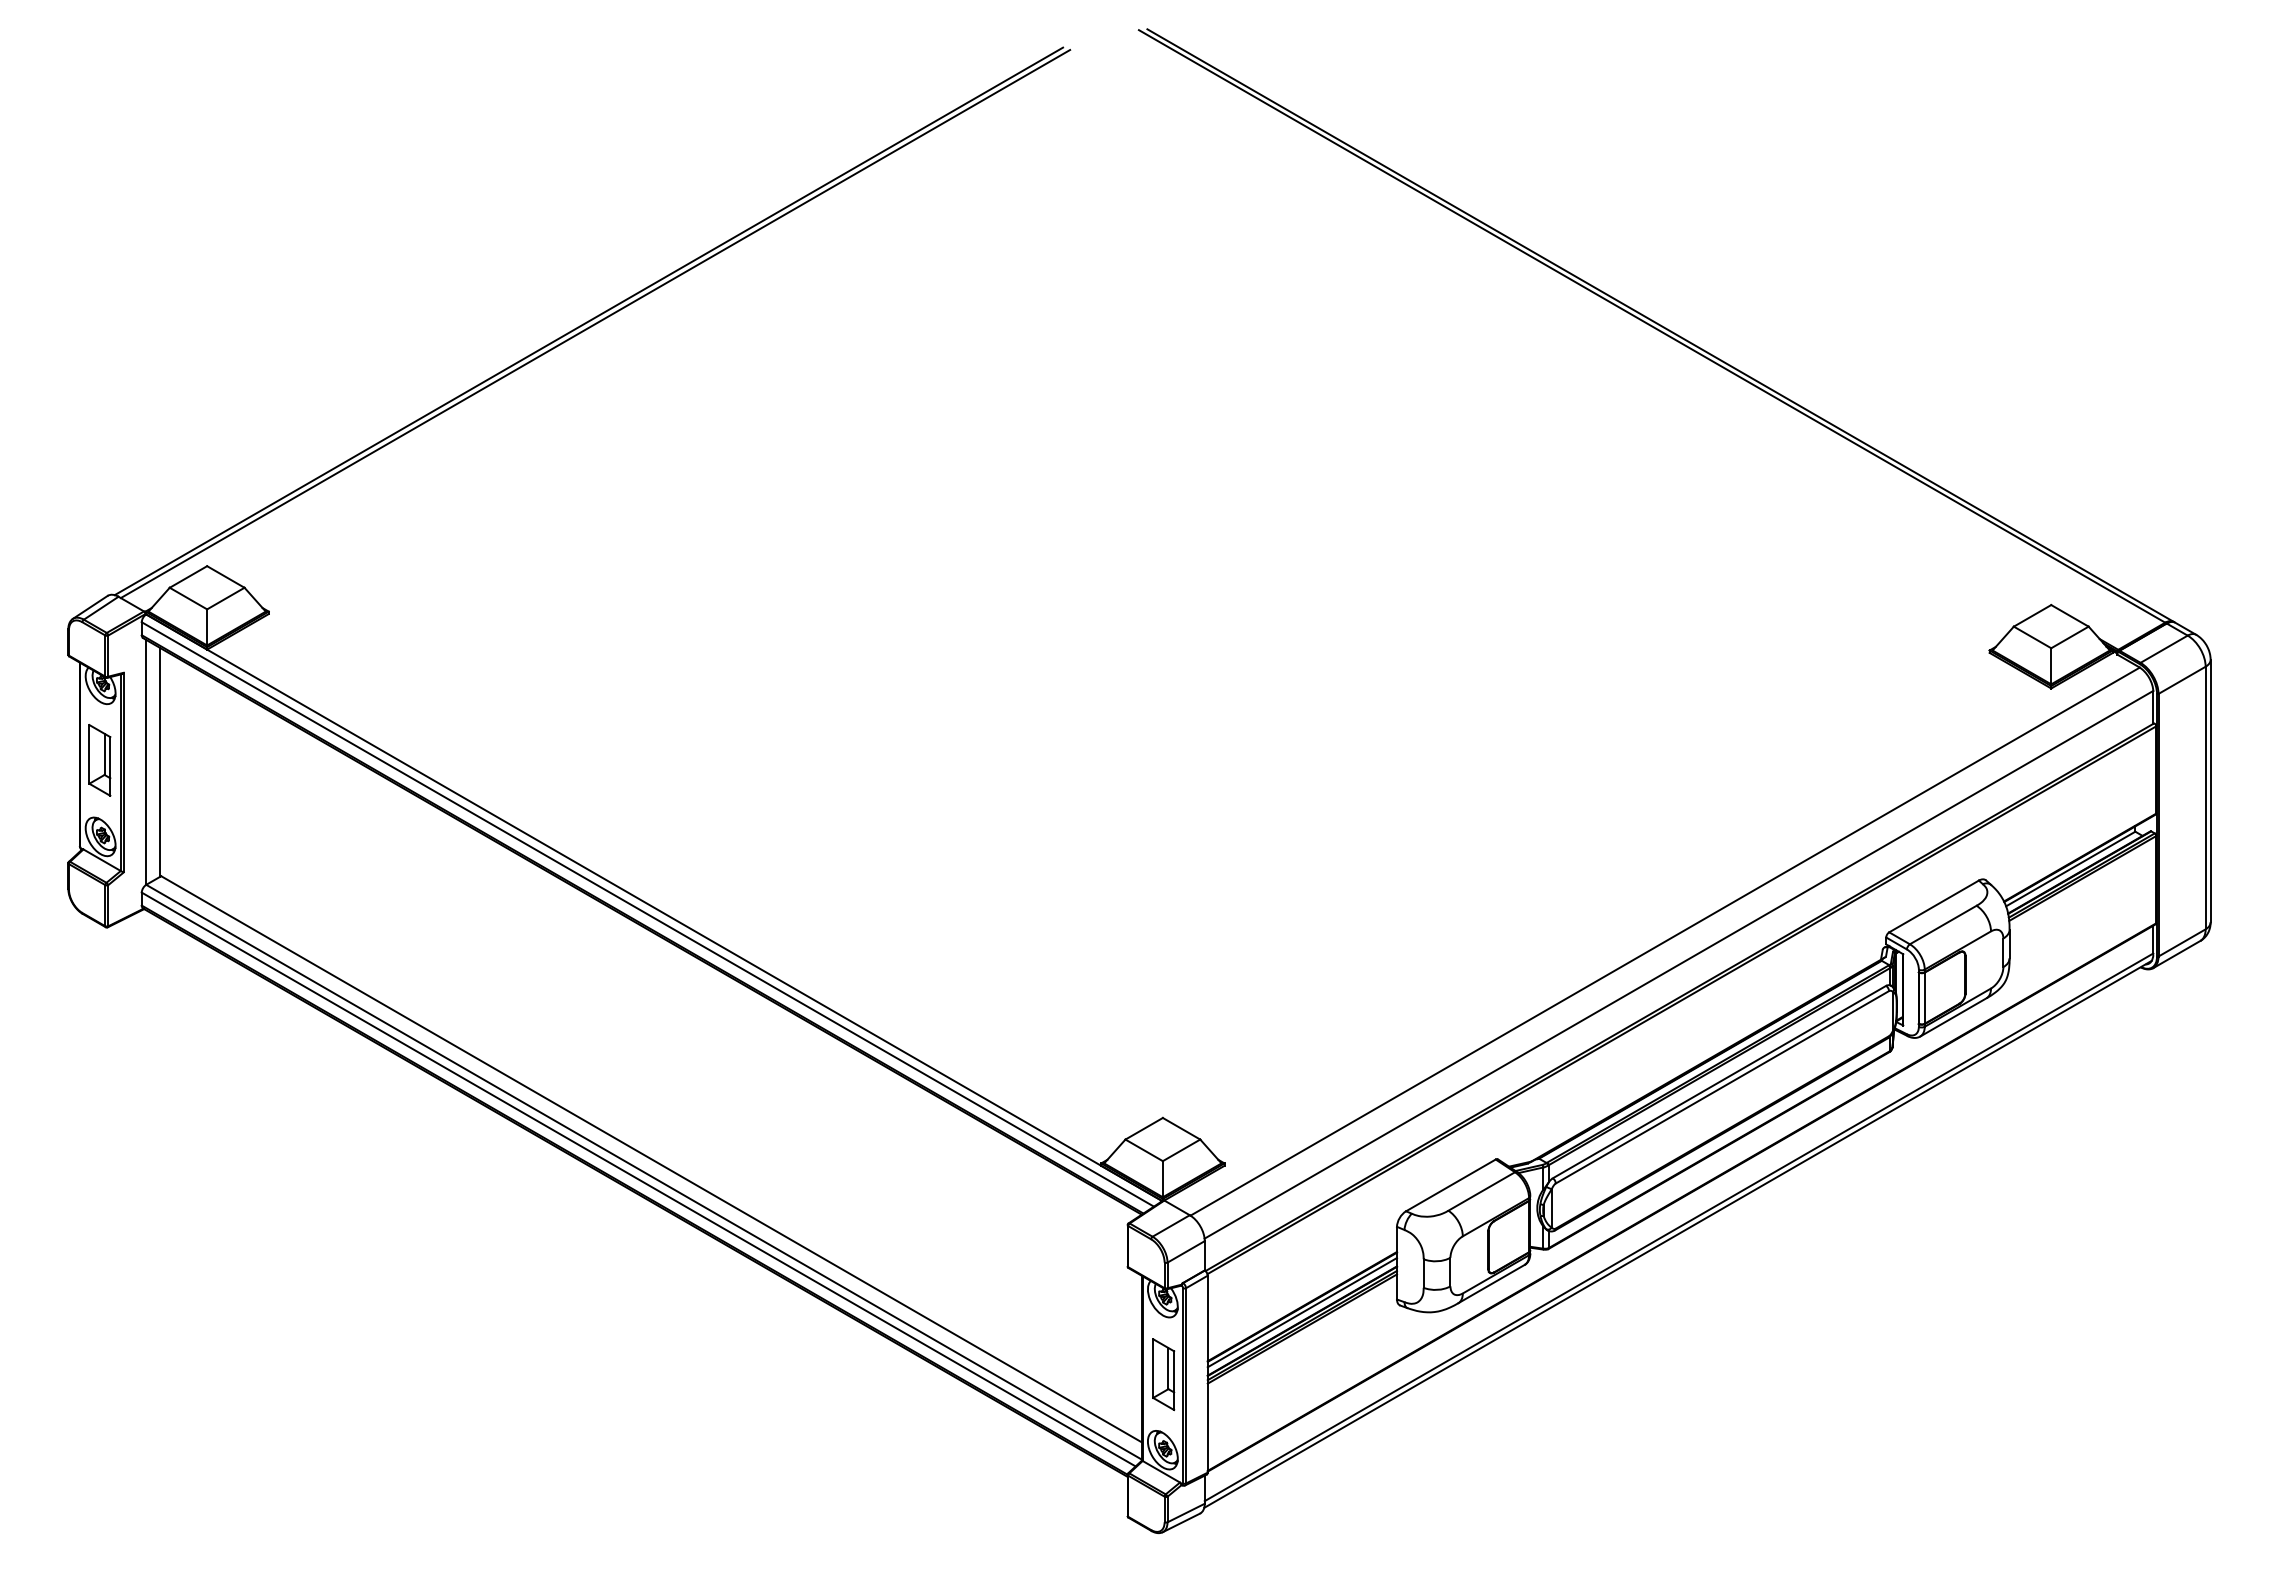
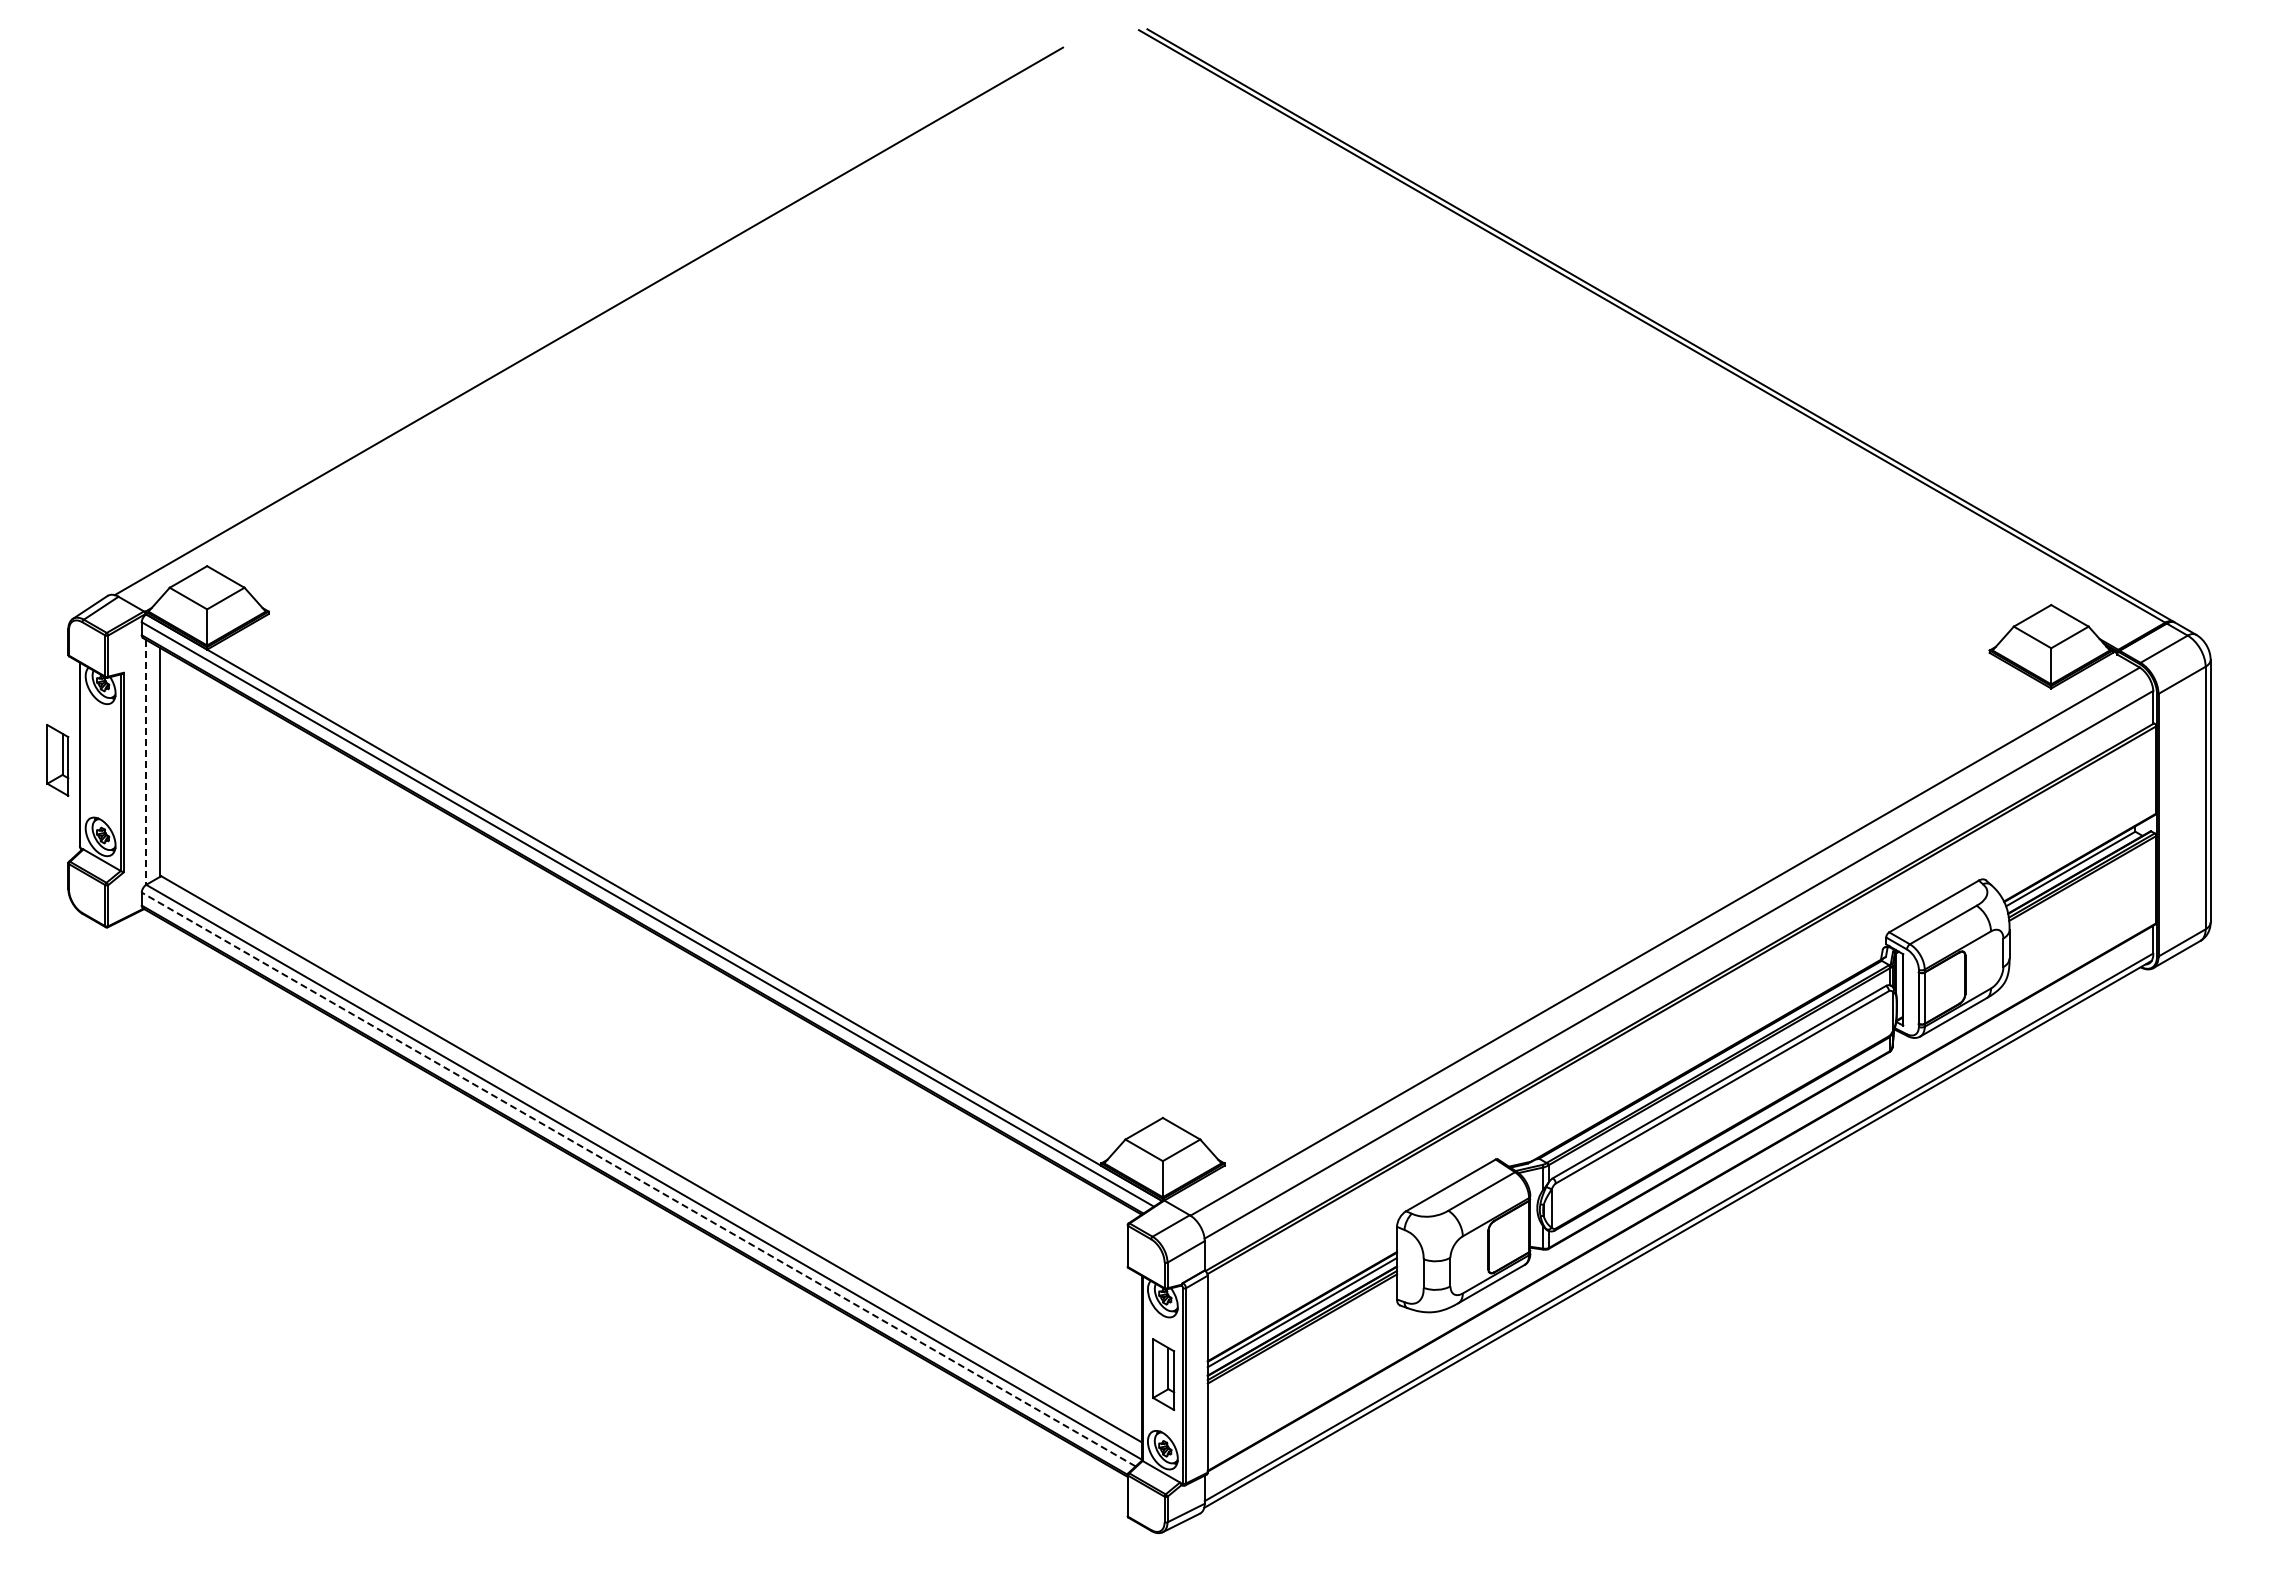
line at (595, 324): present -> none
part at (99, 760) position: (99, 760) -> (57, 760)
line at (145, 762): solid -> dashed
line at (638, 1179): solid -> dashed
